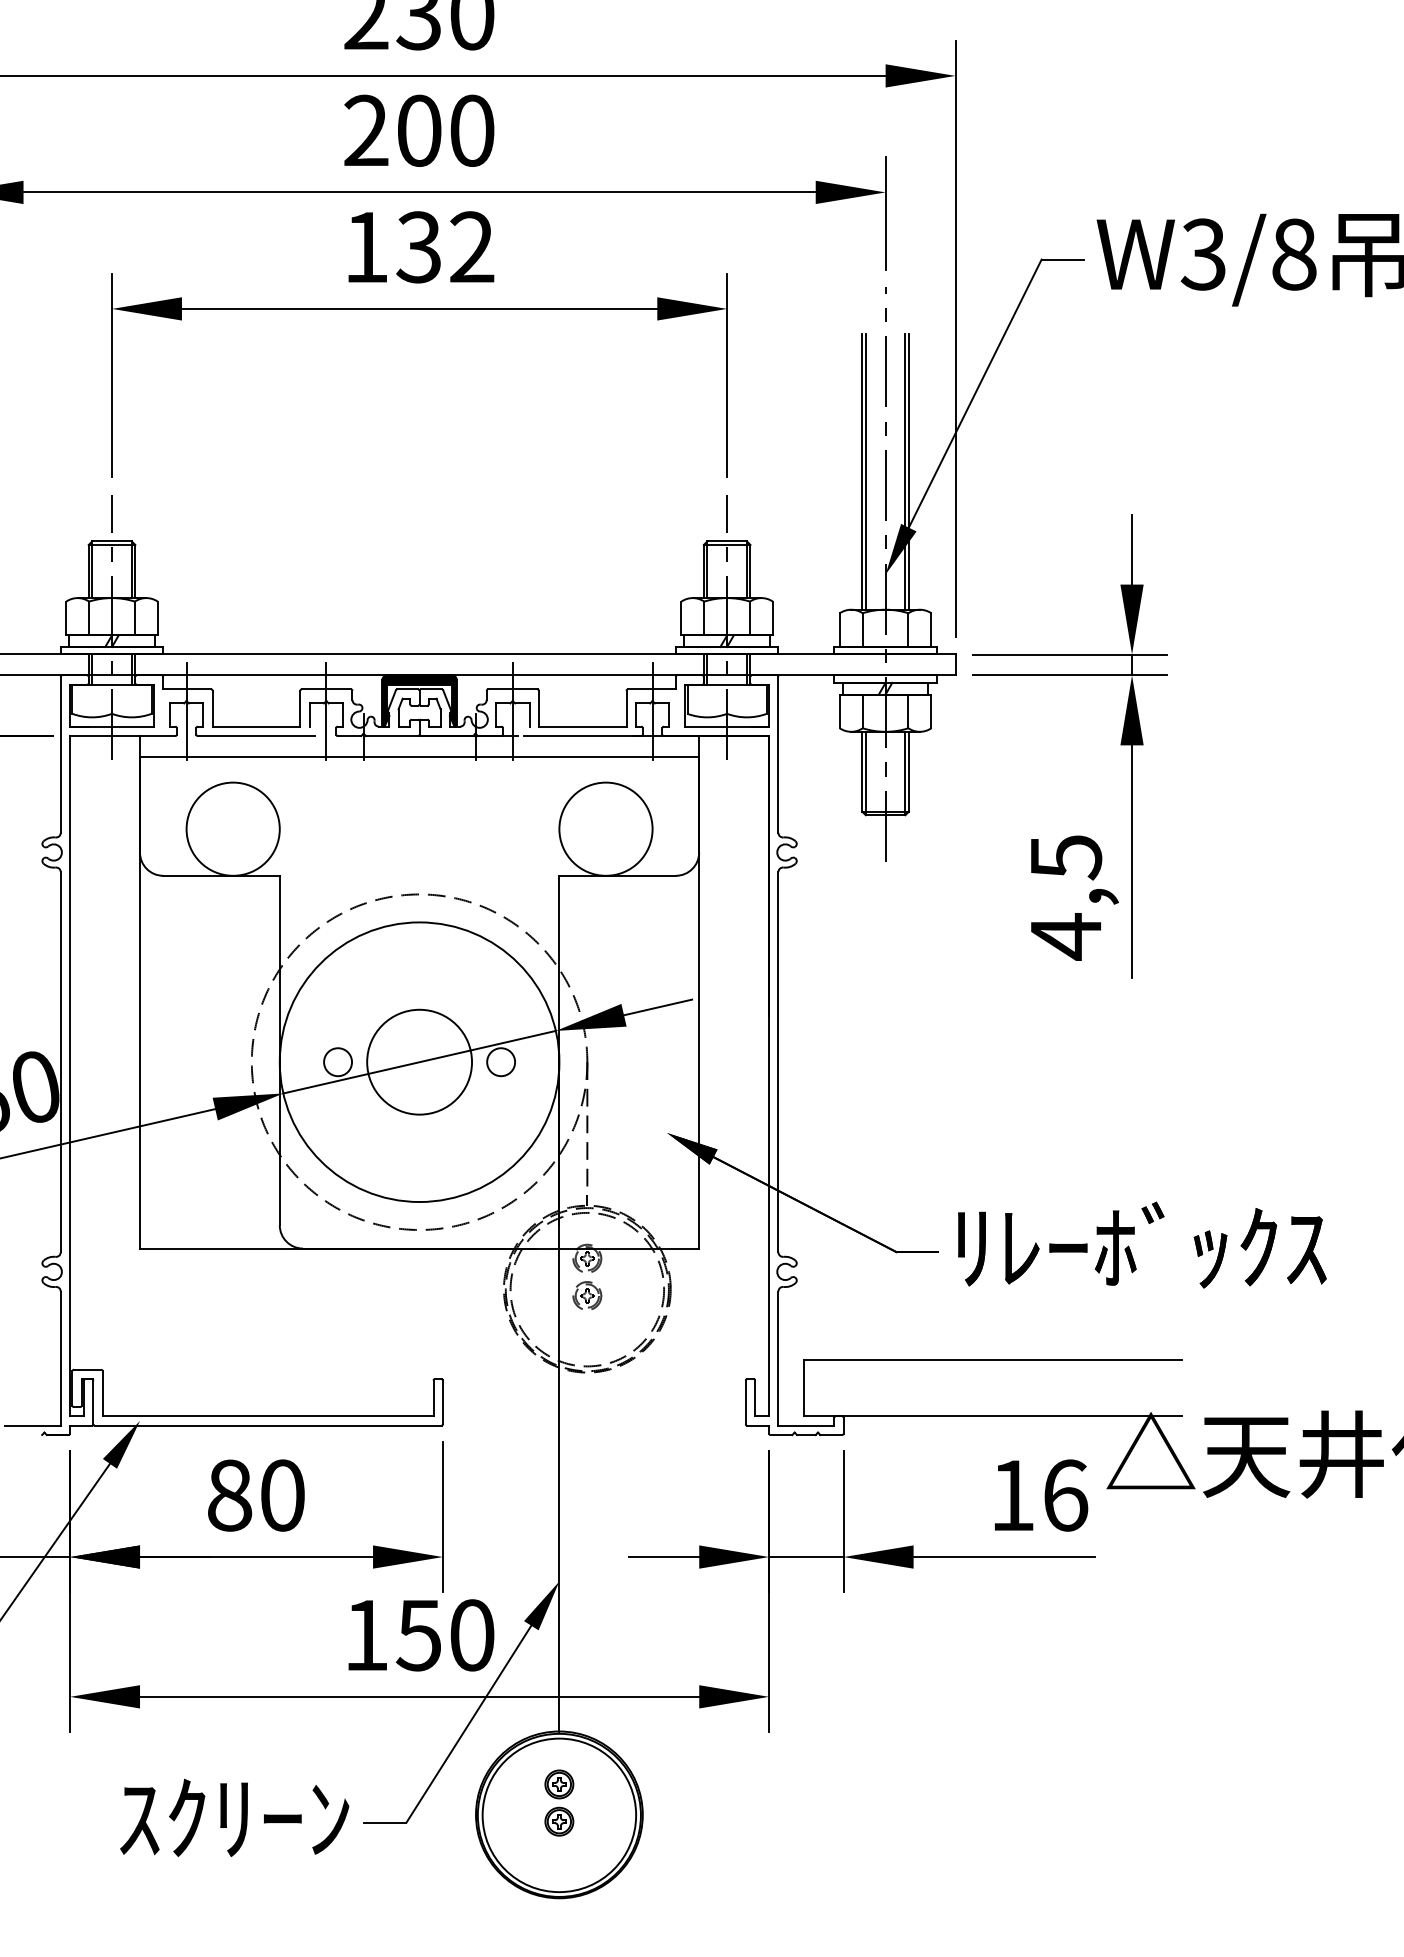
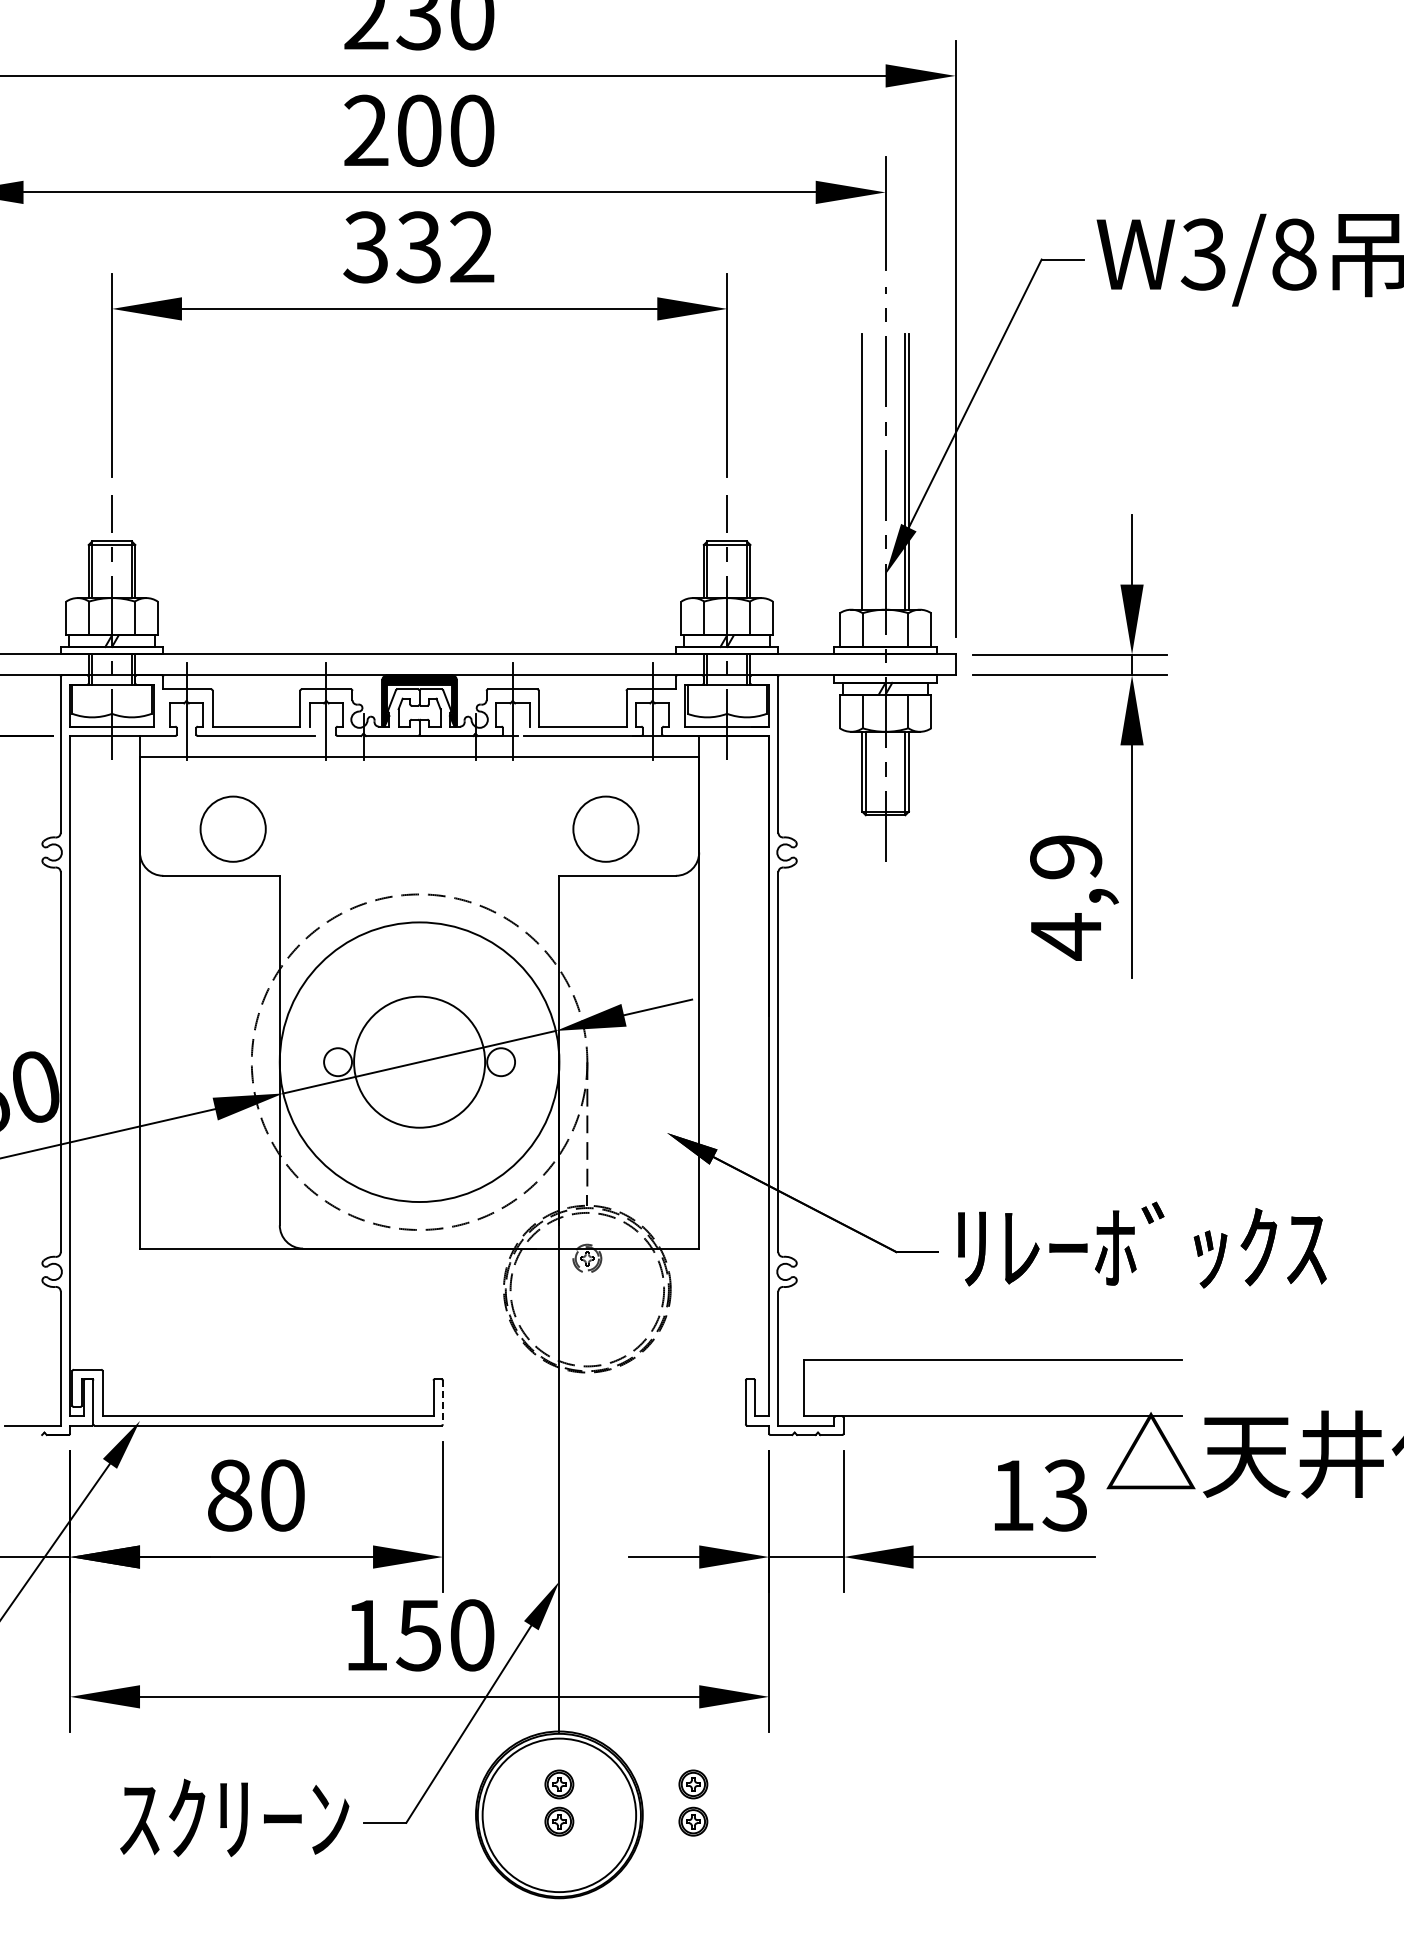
text at (365, 247): 132 -> 332
line at (865, 471): present -> none
circle at (232, 828) diameter: 93 px -> 65 px
circle at (605, 828) diameter: 93 px -> 65 px
text at (1066, 857): 4,5 -> 4,9
circle at (419, 1061) diameter: 105 px -> 131 px
part at (587, 1295): present -> none
line at (442, 1402): solid -> dashed
text at (1065, 1495): 16 -> 13
part at (693, 1802): none -> present
